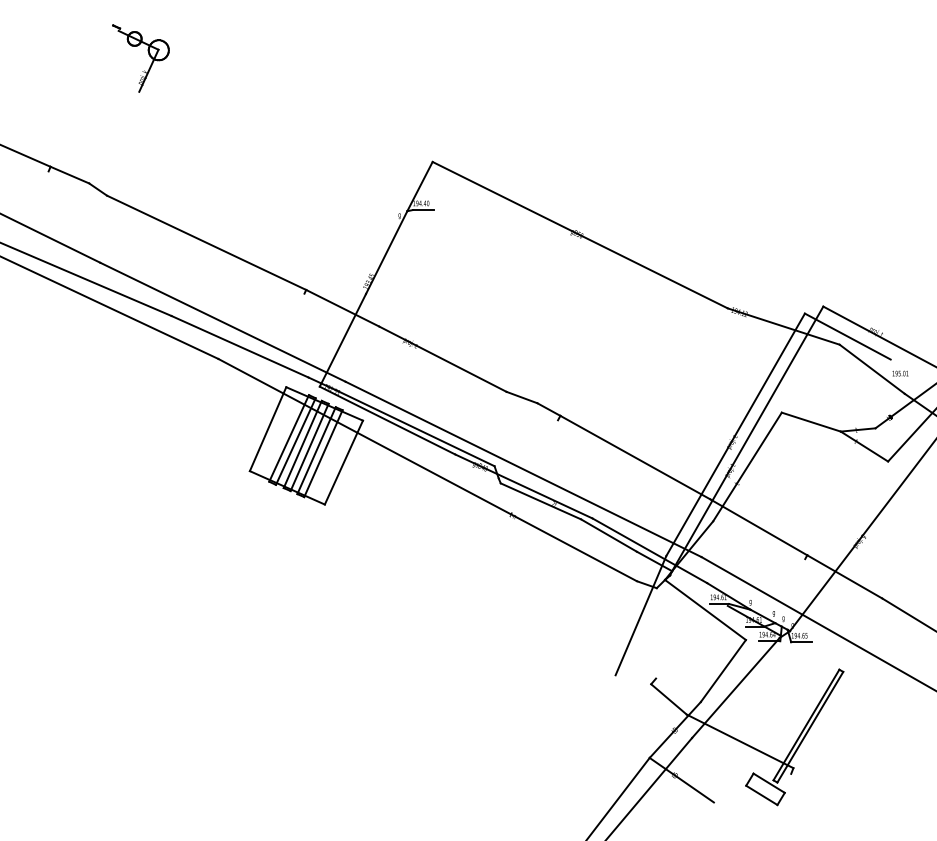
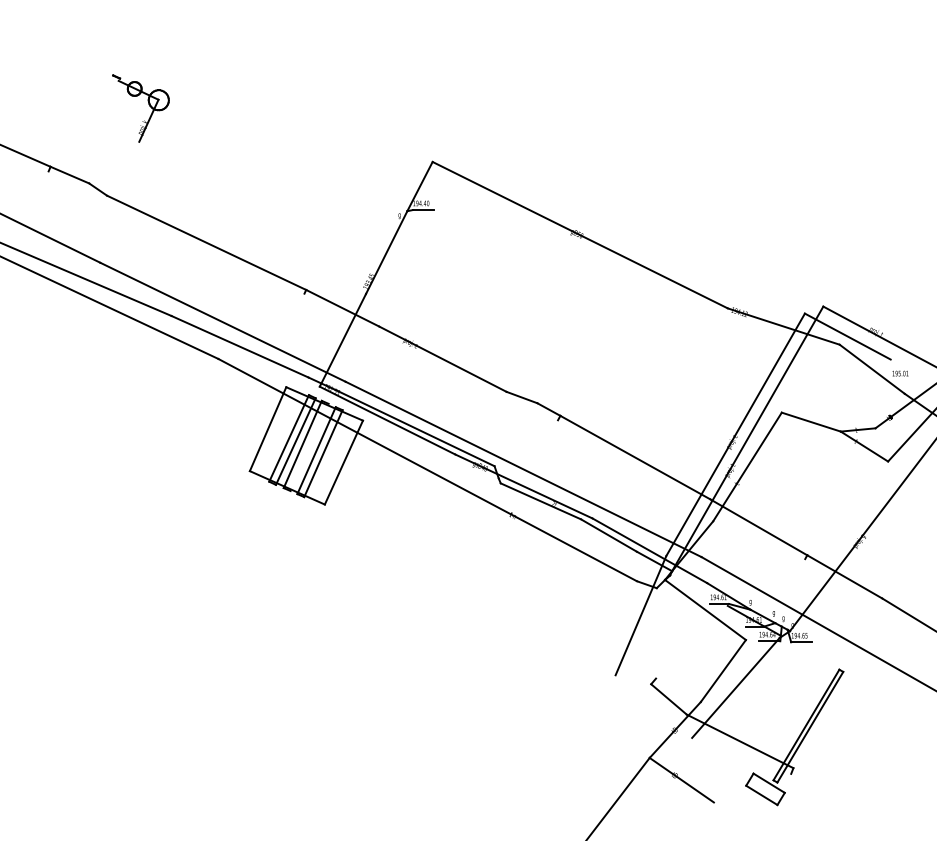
part at (148, 54) position: (148, 54) -> (148, 104)
line at (309, 447): present -> none
line at (650, 787): present -> none
